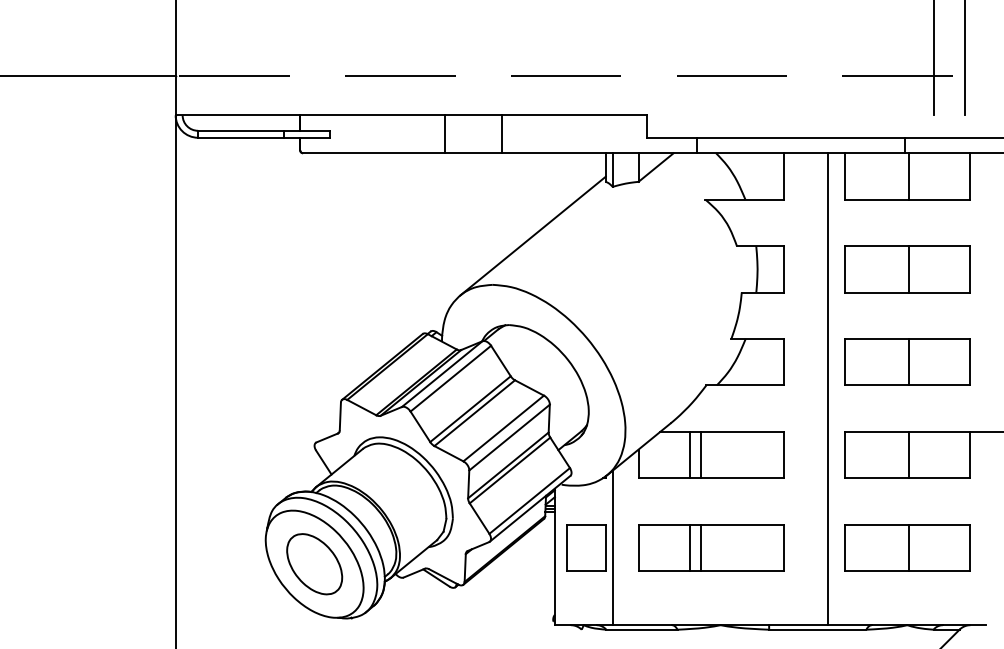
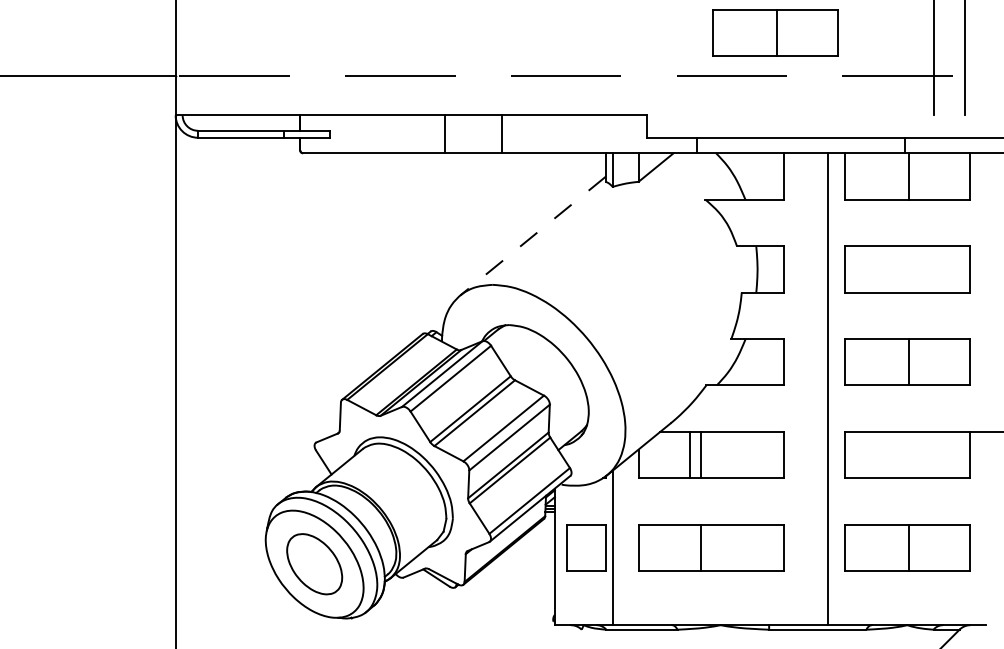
part at (775, 32): none -> present
line at (533, 236): solid -> dashed
line at (909, 269): present -> none
line at (909, 454): present -> none
line at (689, 547): present -> none
